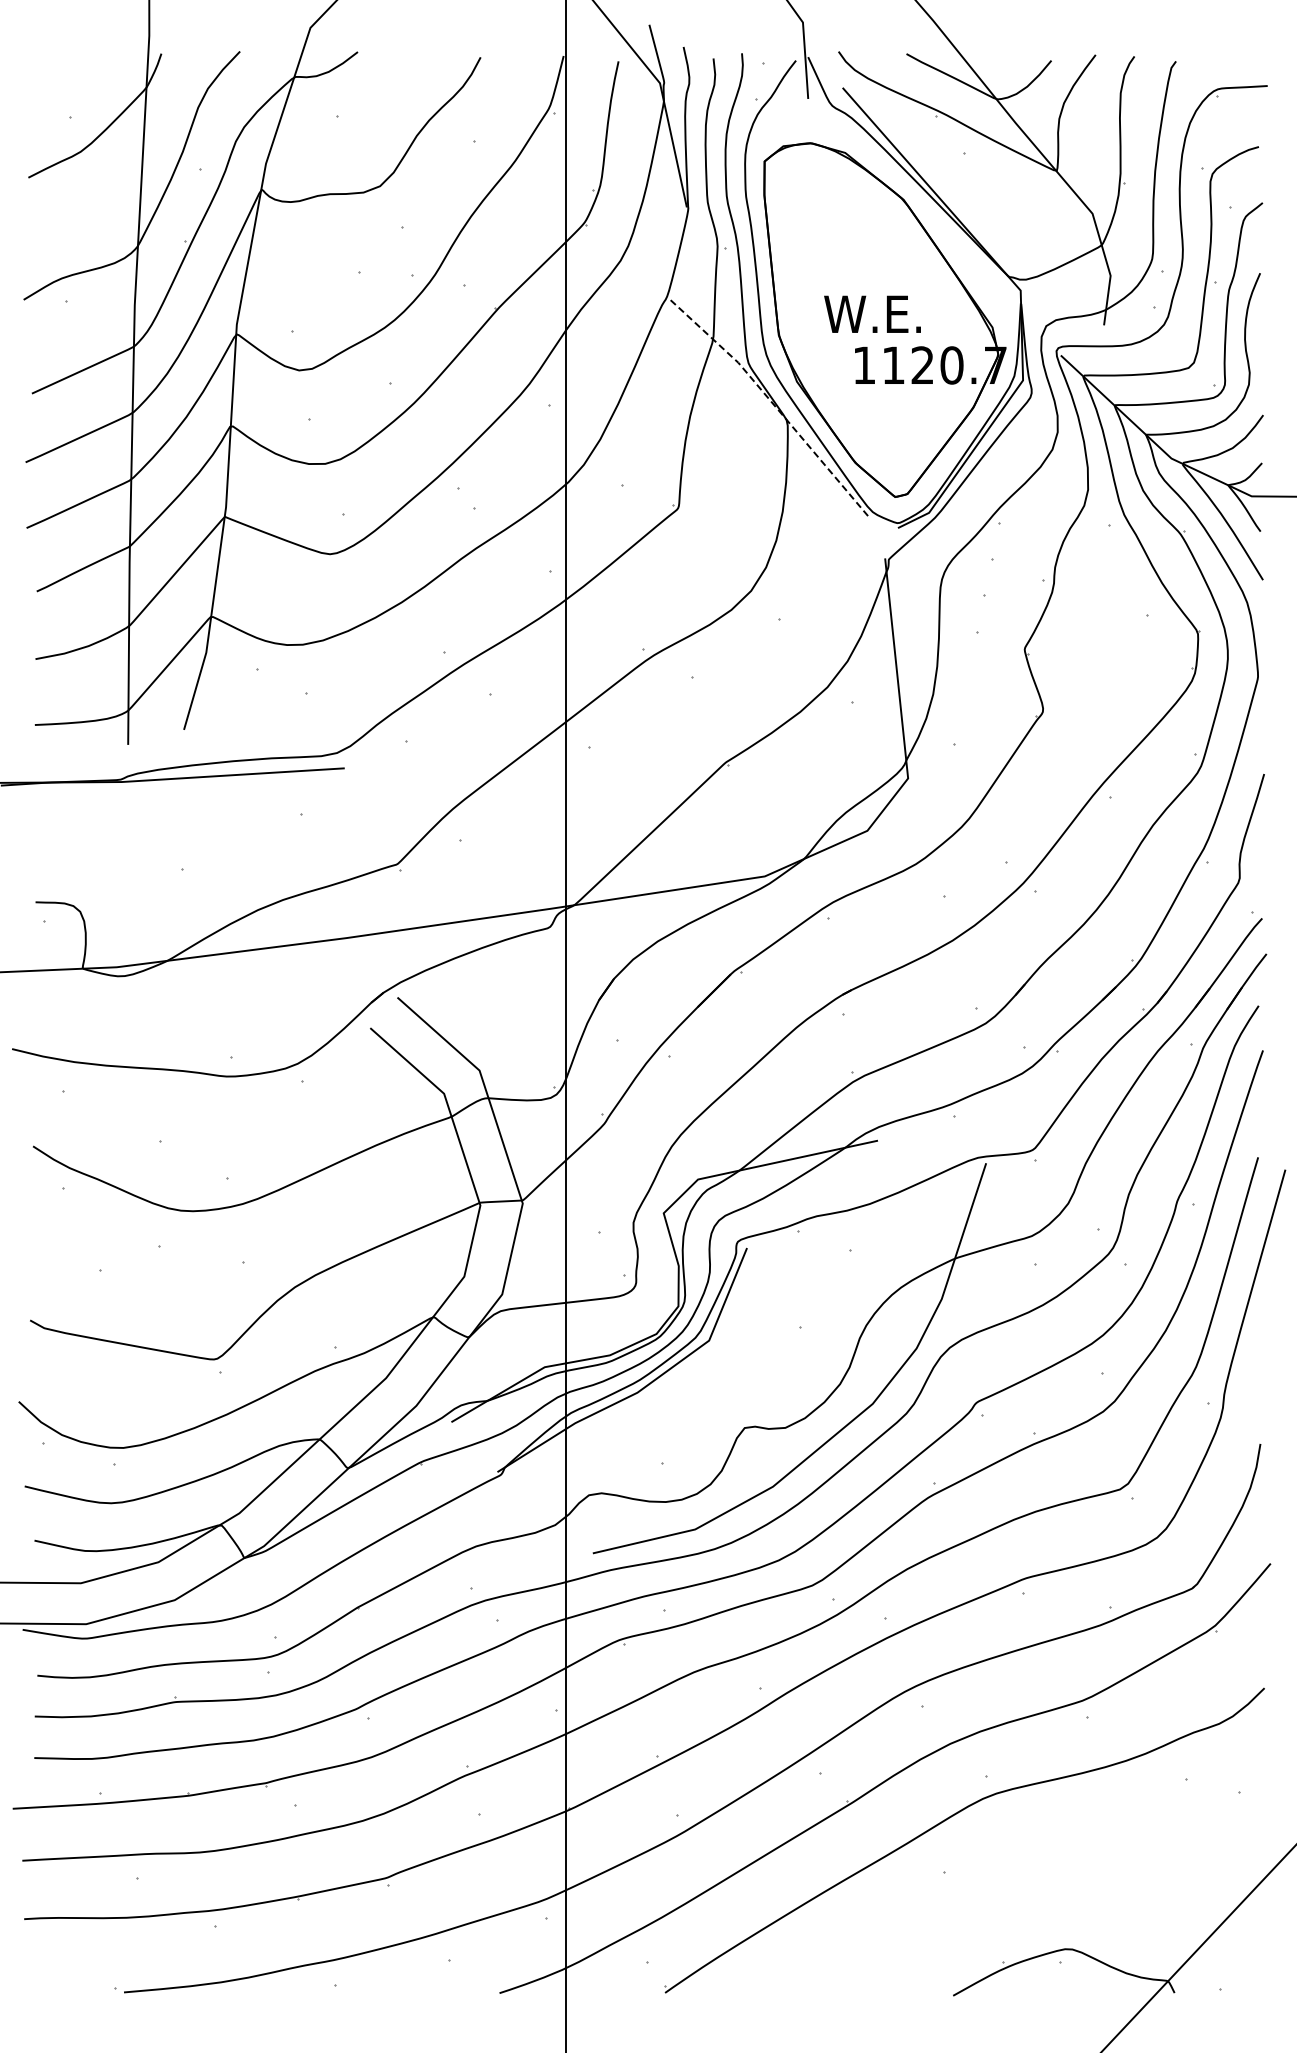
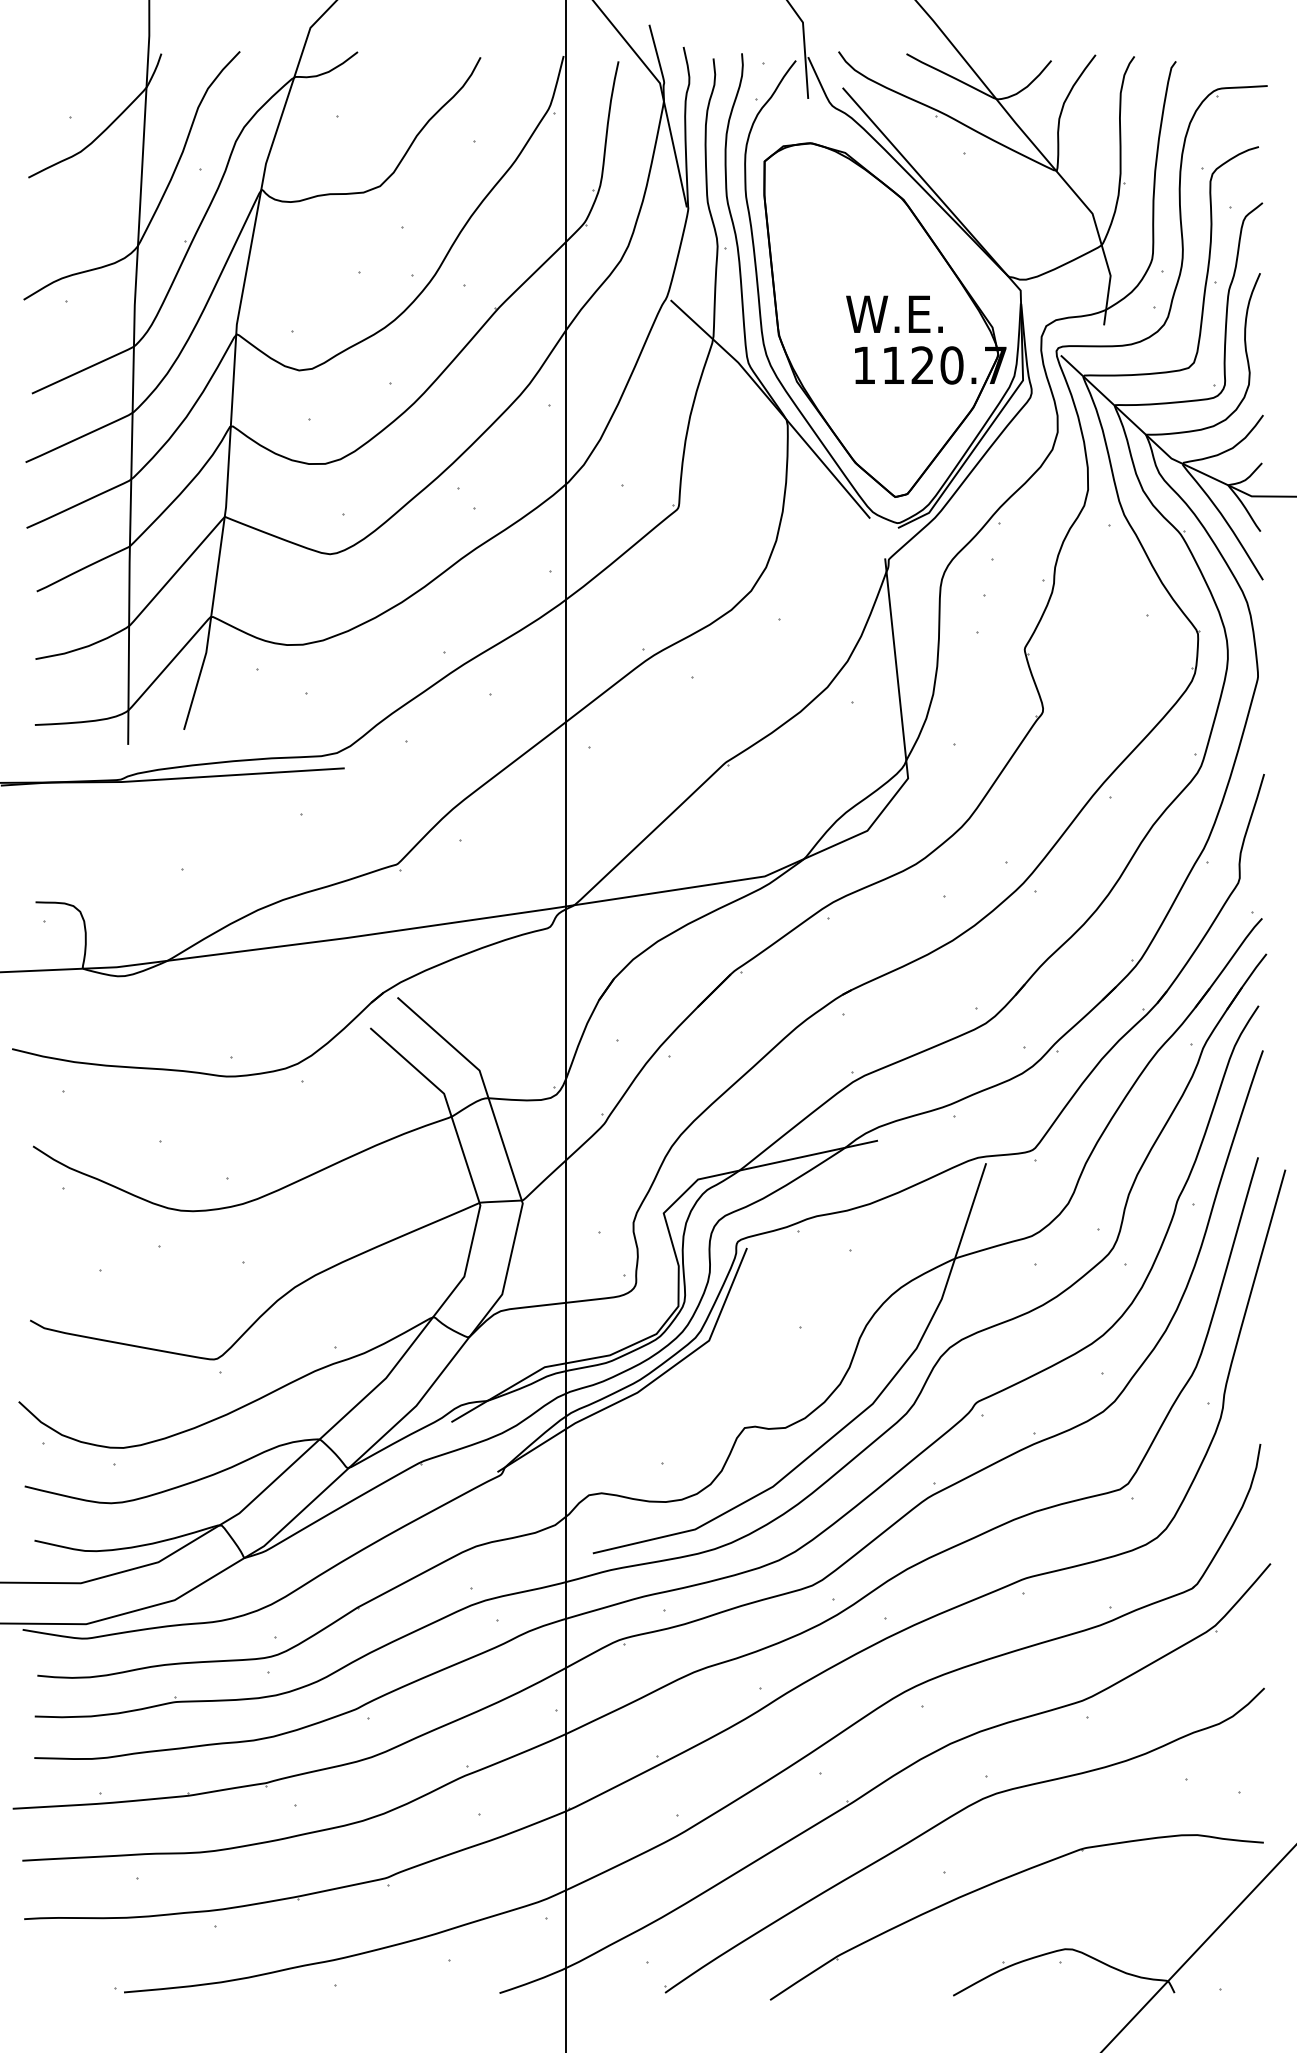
text at (872, 313) position: (872, 313) -> (894, 313)
line at (774, 405): dashed -> solid
part at (1003, 1880): none -> present
